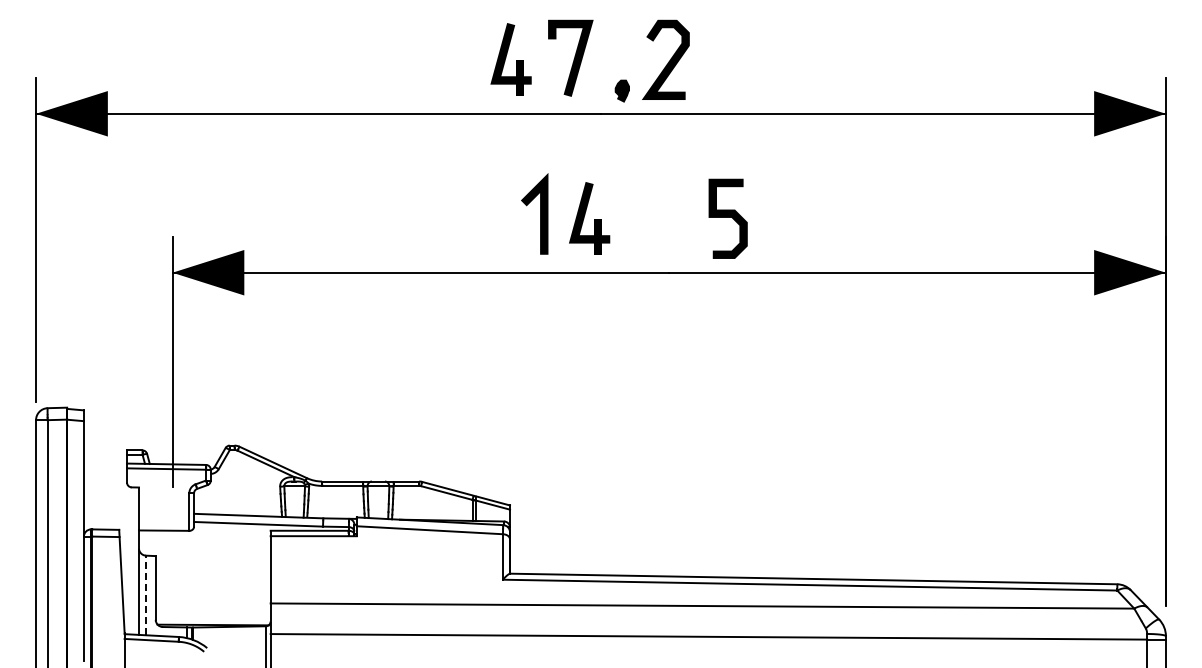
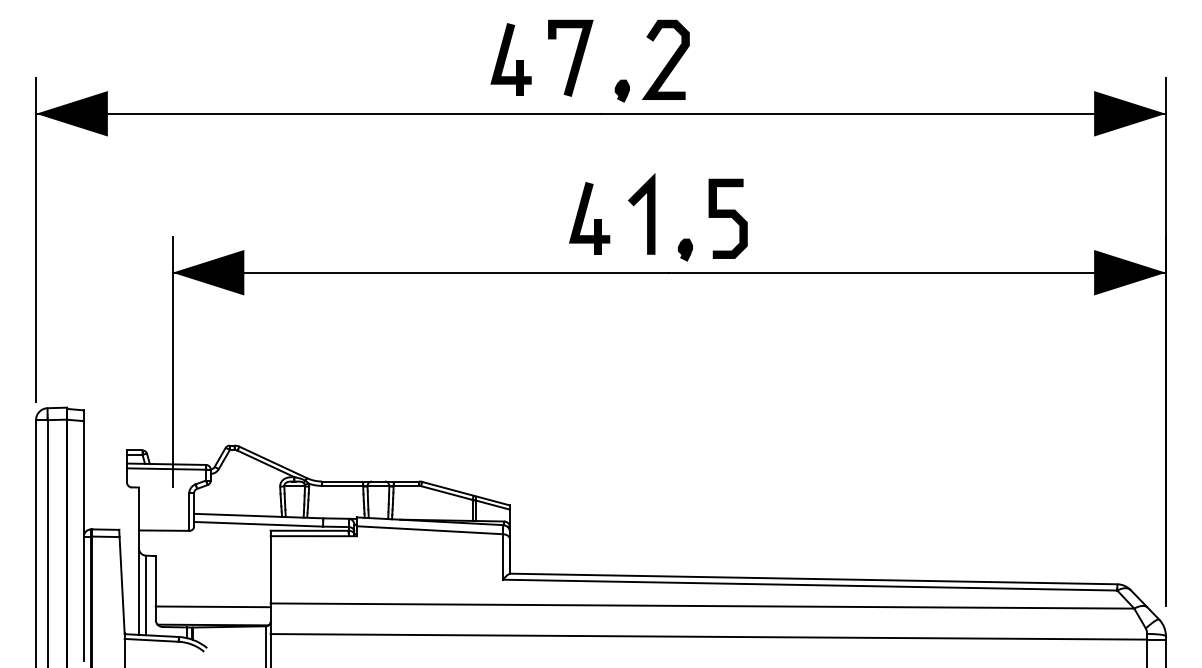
line at (540, 213) position: (540, 213) -> (647, 213)
part at (684, 249): none -> present
line at (146, 595): dashed -> solid
line at (212, 606): none -> present
